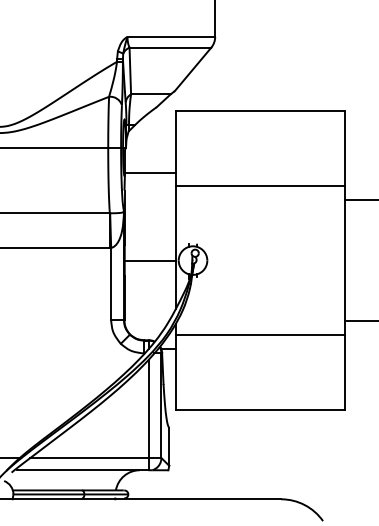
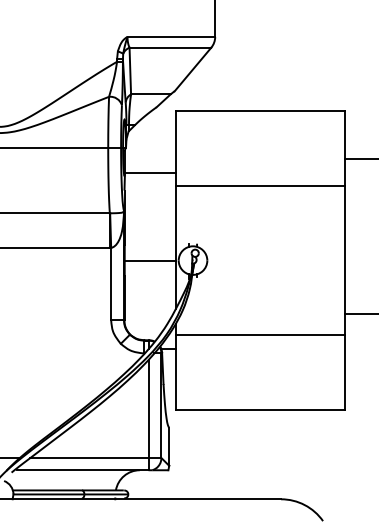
line at (360, 200) position: (360, 200) -> (360, 159)
line at (360, 321) position: (360, 321) -> (360, 314)
